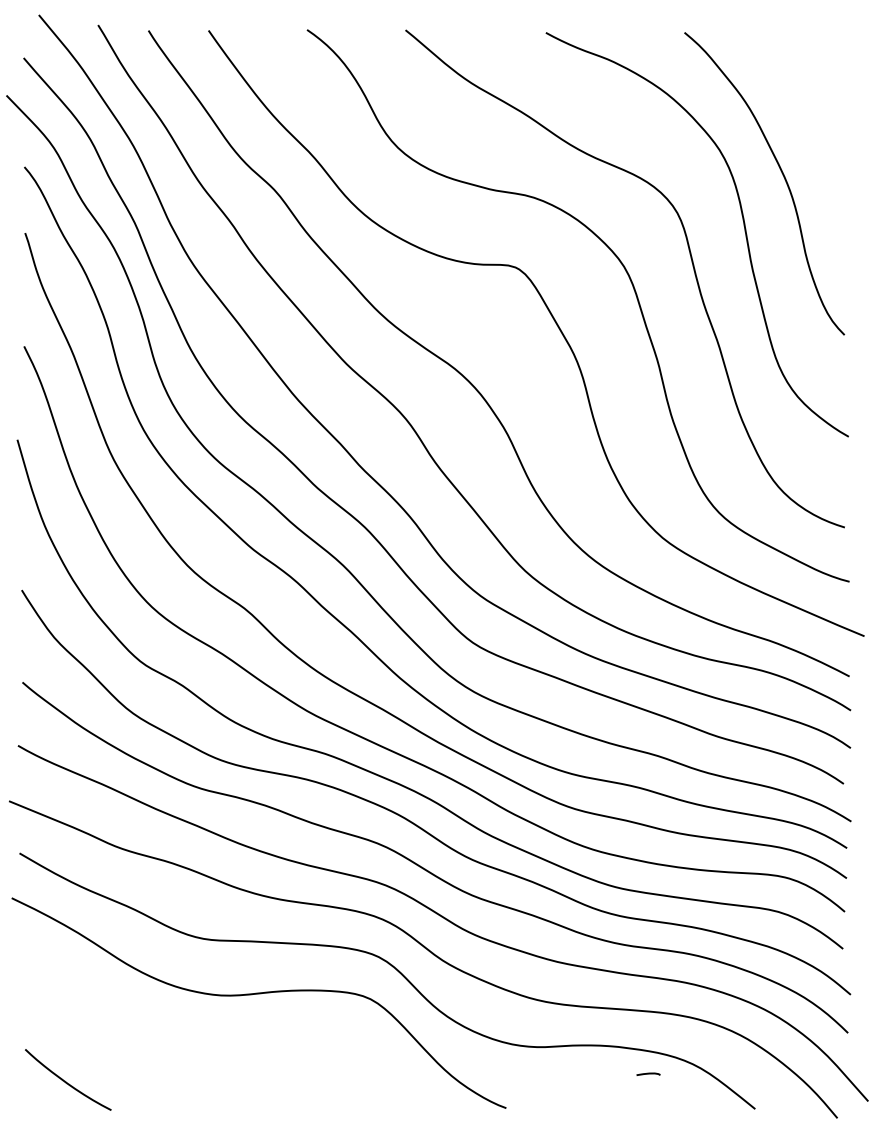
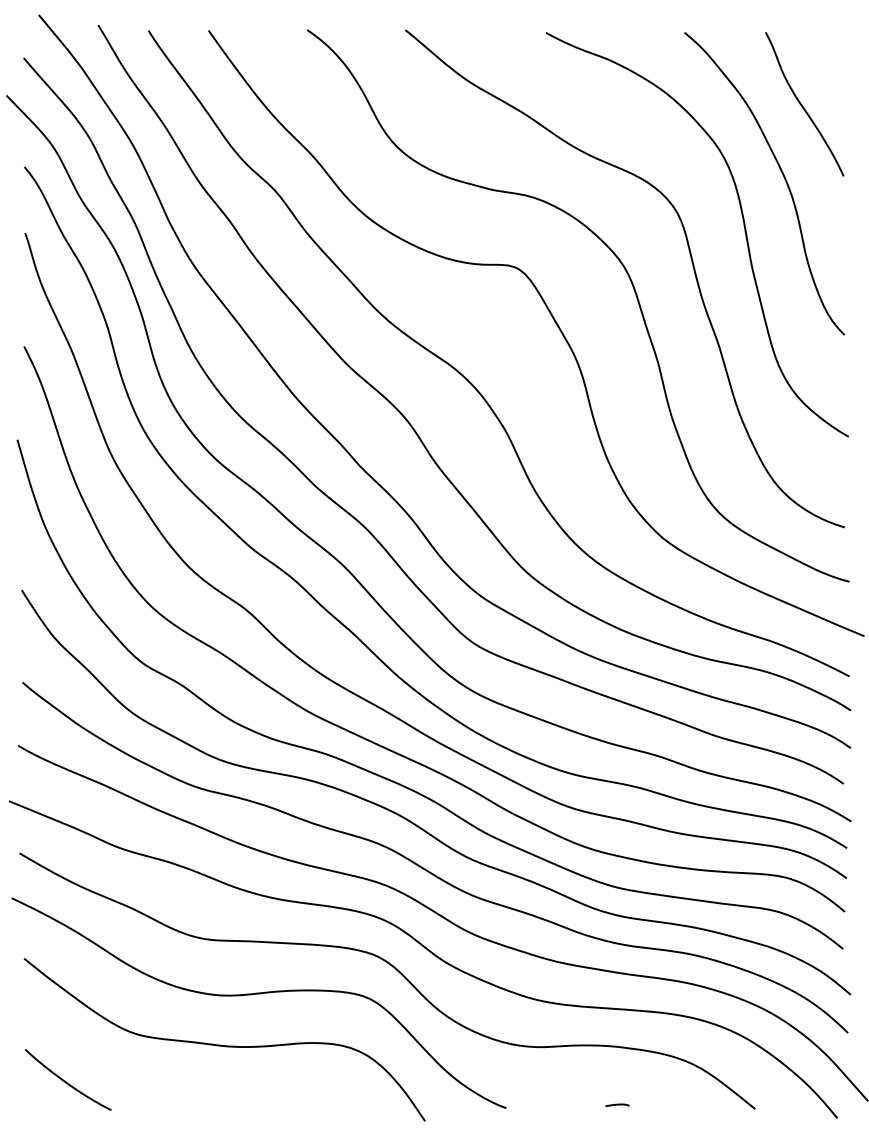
curve at (802, 104): none -> present
curve at (221, 1044): none -> present
line at (648, 1073) position: (648, 1073) -> (617, 1104)
